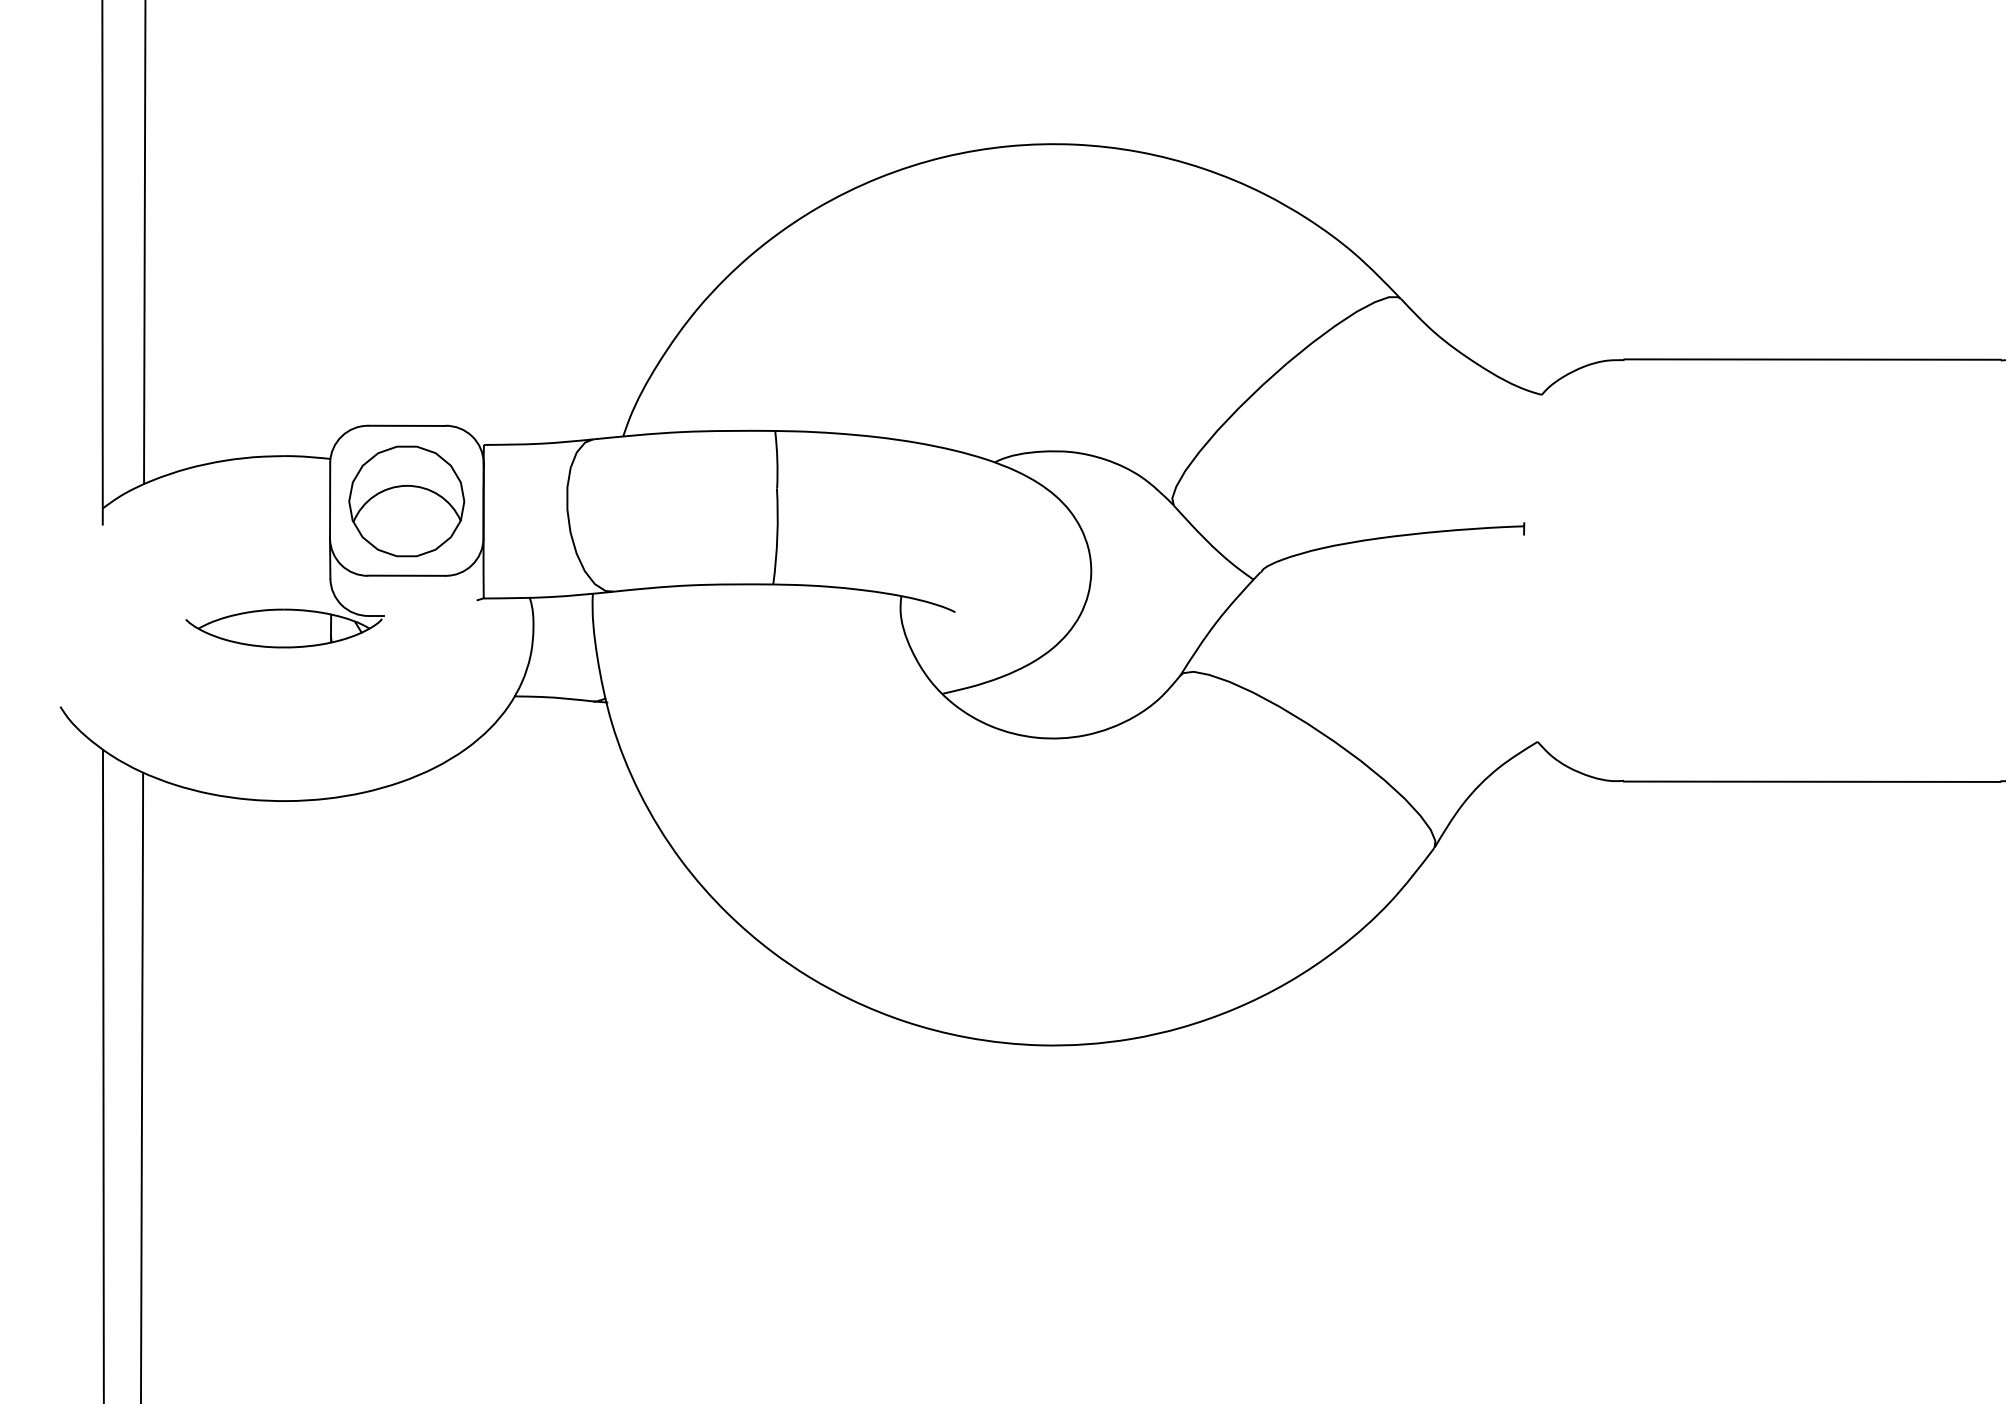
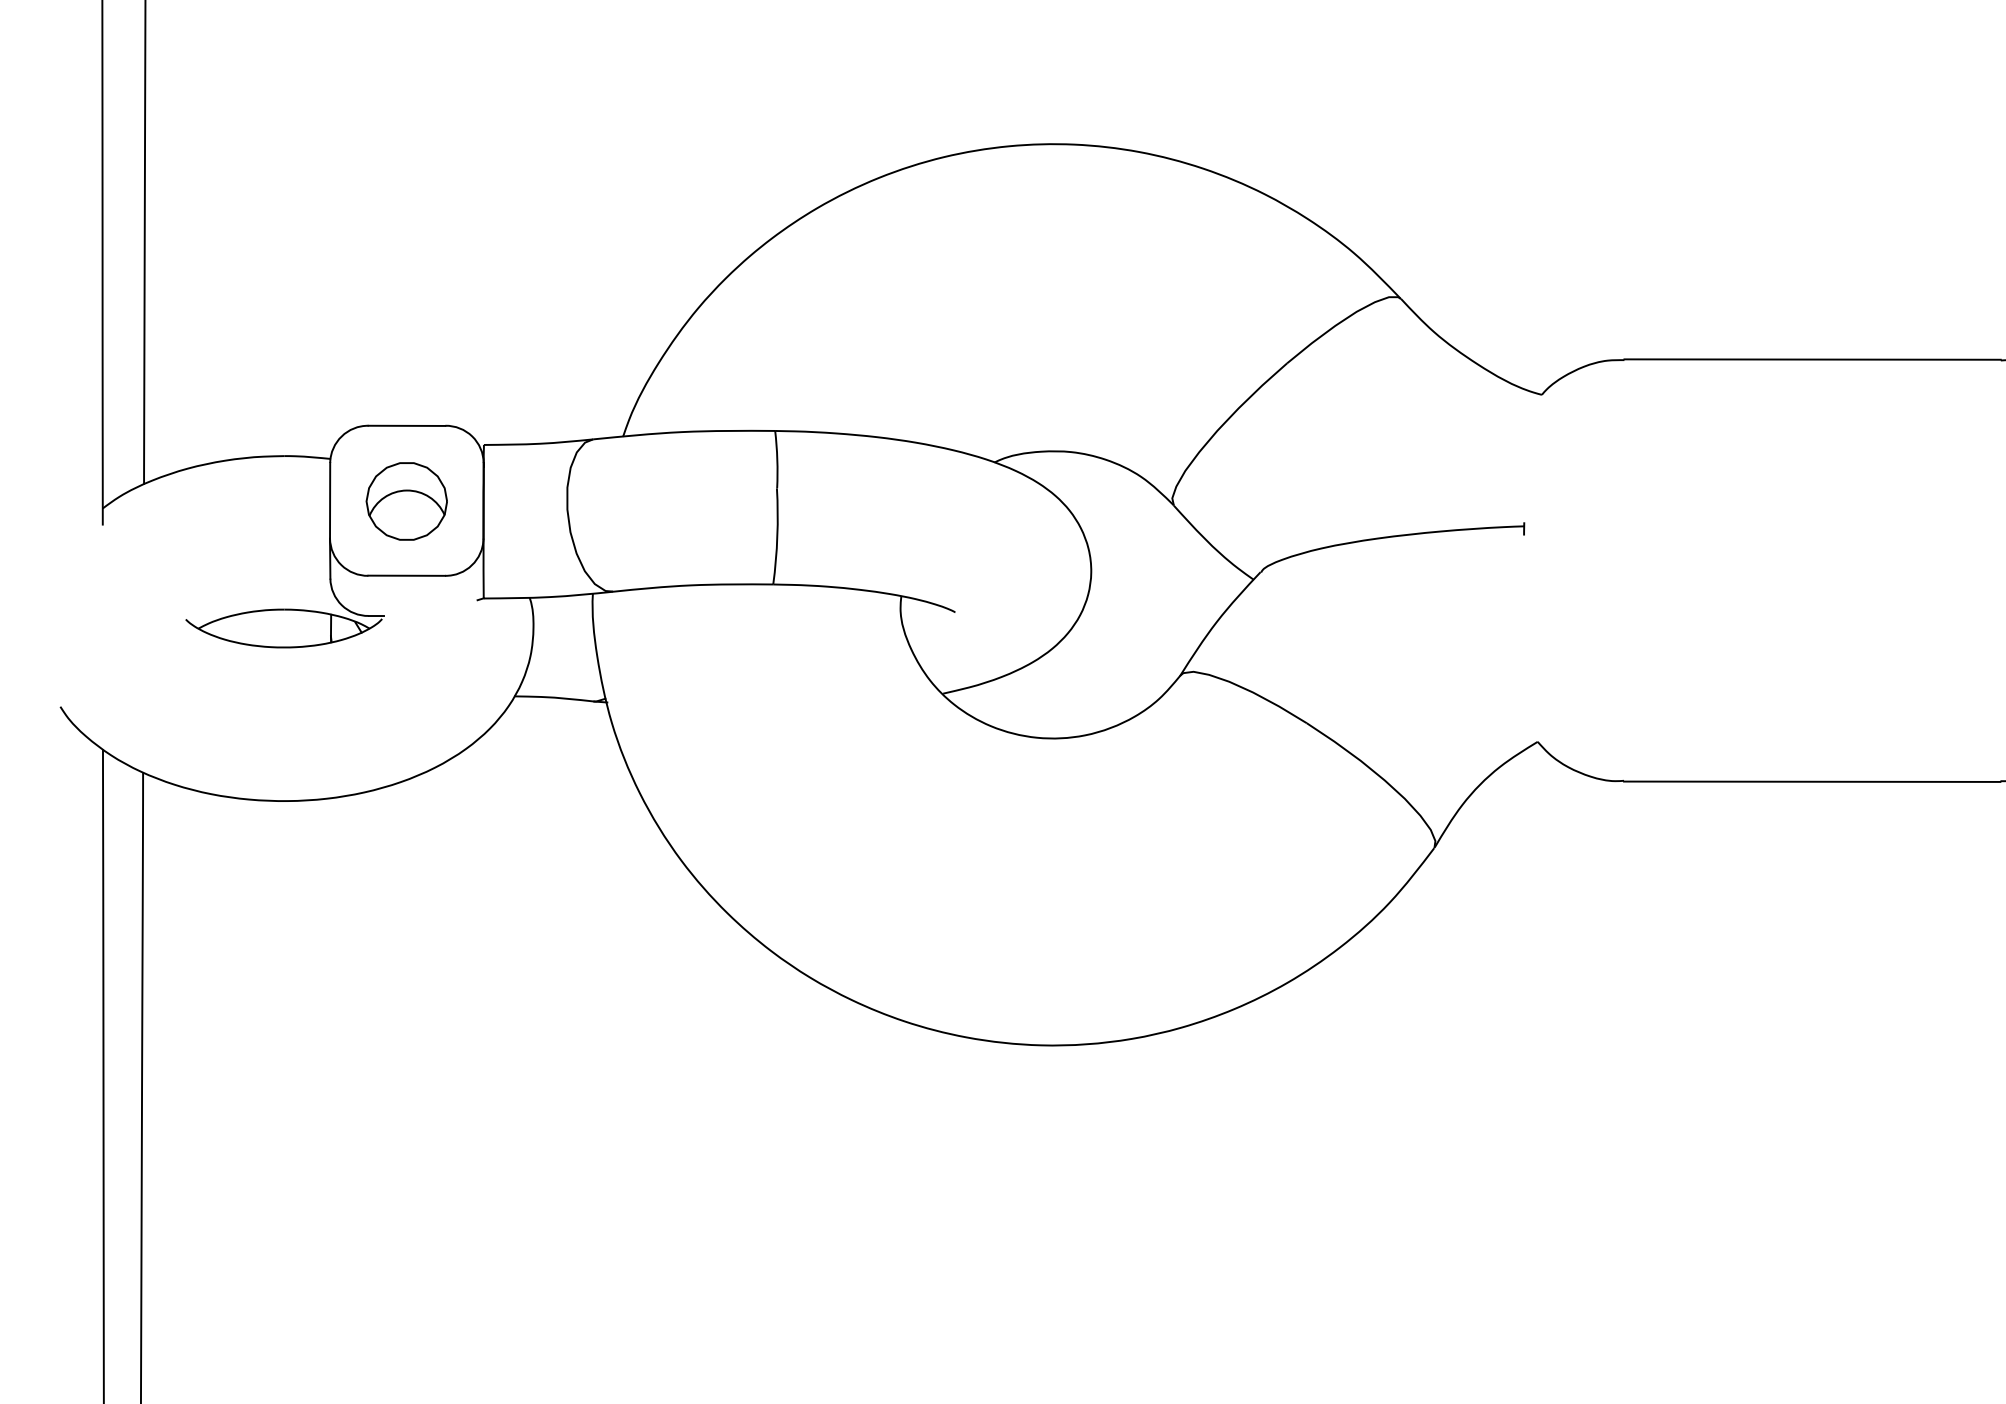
part at (406, 501) size: 118x113 px -> 83x79 px
